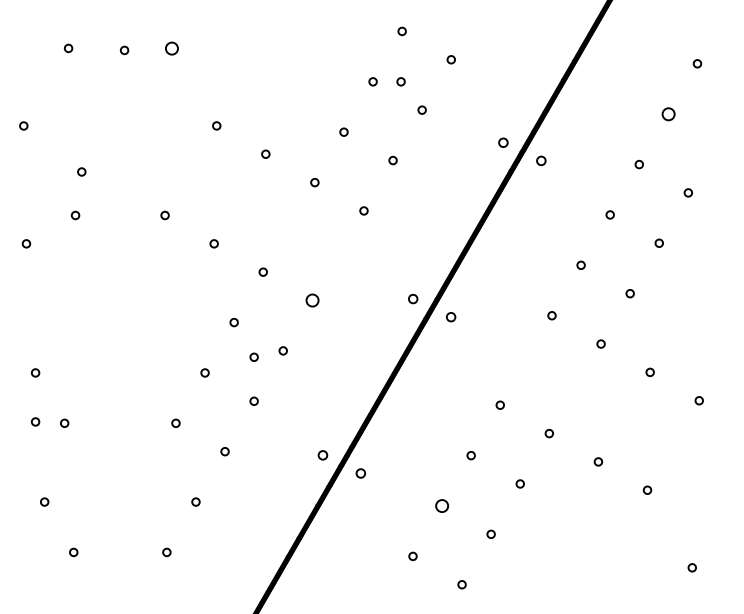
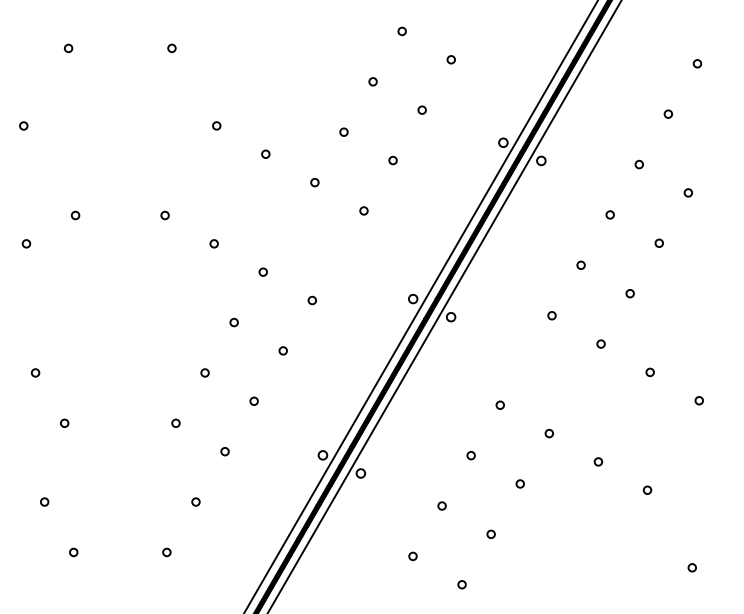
circle at (171, 48) size: 14x15 px -> 10x10 px
circle at (124, 50): present -> none
circle at (400, 81): present -> none
circle at (668, 114) size: 15x15 px -> 10x10 px
circle at (81, 171): present -> none
circle at (312, 300) size: 15x15 px -> 10x11 px
line at (420, 306): none -> present
line at (444, 306): none -> present
circle at (253, 356): present -> none
circle at (35, 421): present -> none
circle at (442, 505) size: 15x14 px -> 10x10 px
